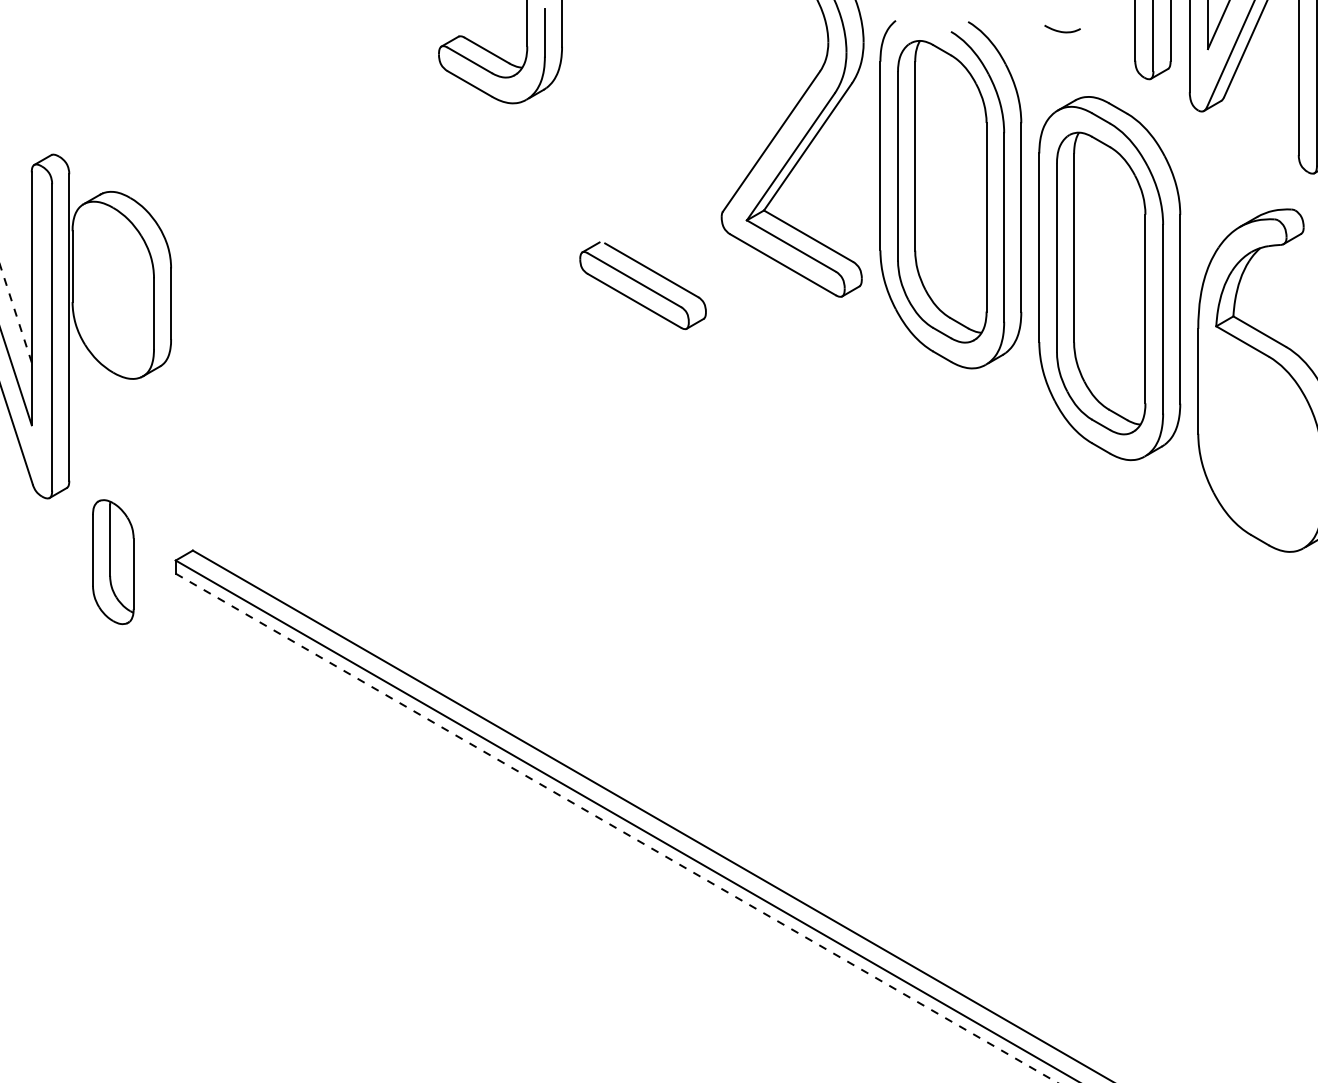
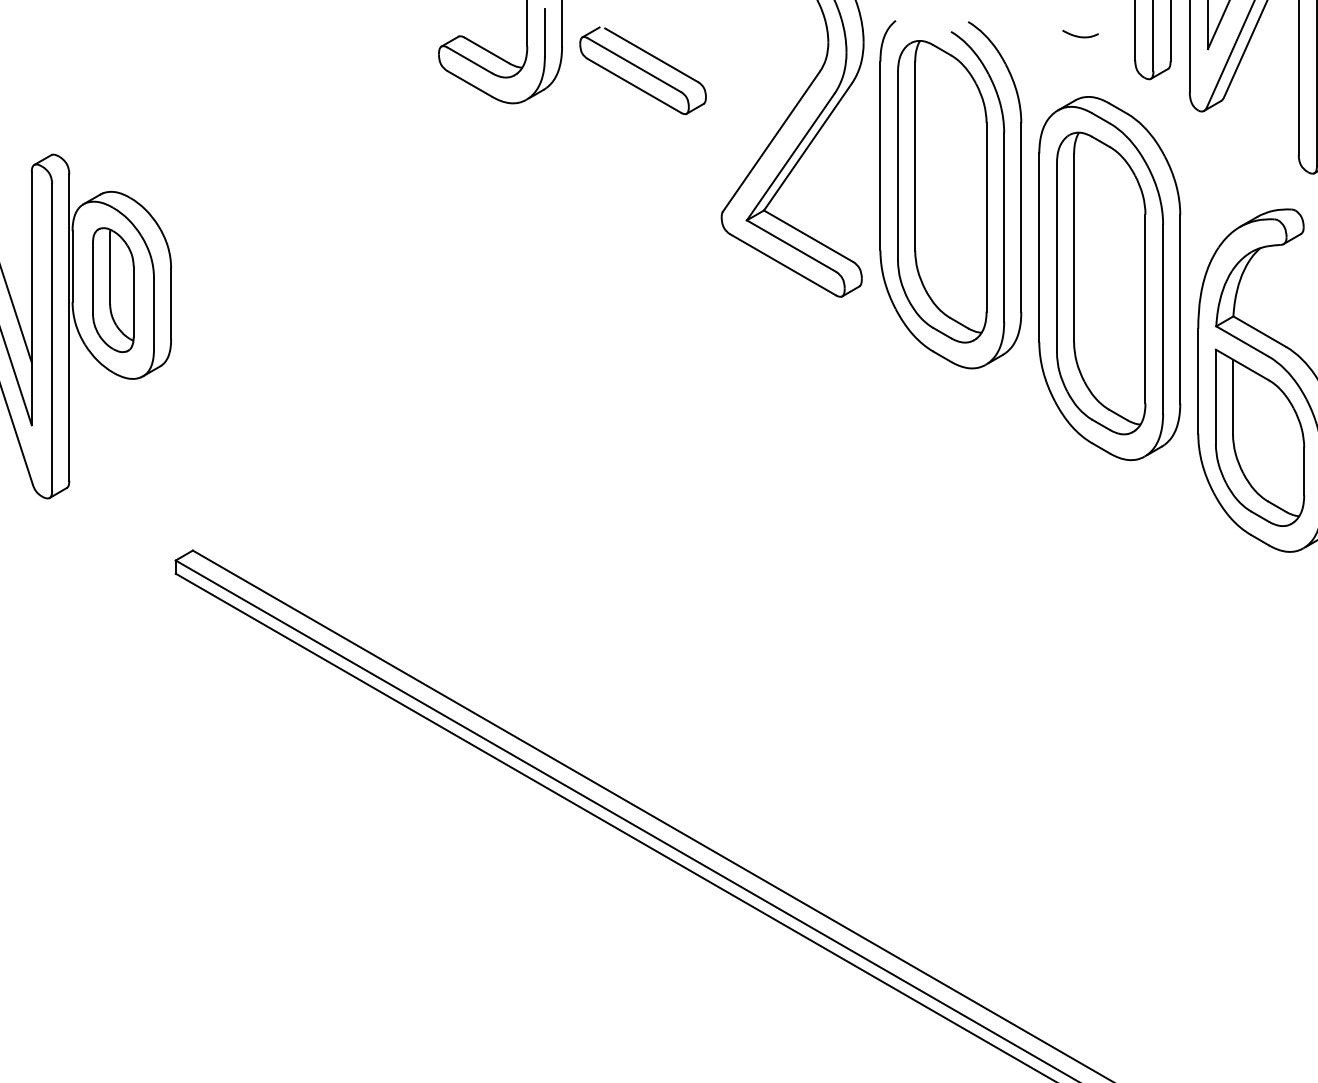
curve at (1060, 30) position: (1060, 30) -> (1078, 35)
part at (642, 285) position: (642, 285) -> (642, 70)
line at (15, 313): dashed -> solid
part at (1259, 437): none -> present
part at (113, 562) position: (113, 562) -> (113, 290)
line at (616, 828): dashed -> solid
